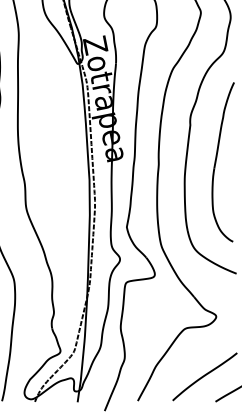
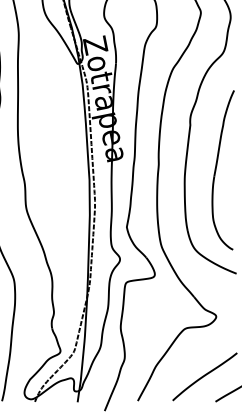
part at (222, 162) position: (222, 162) -> (222, 170)
